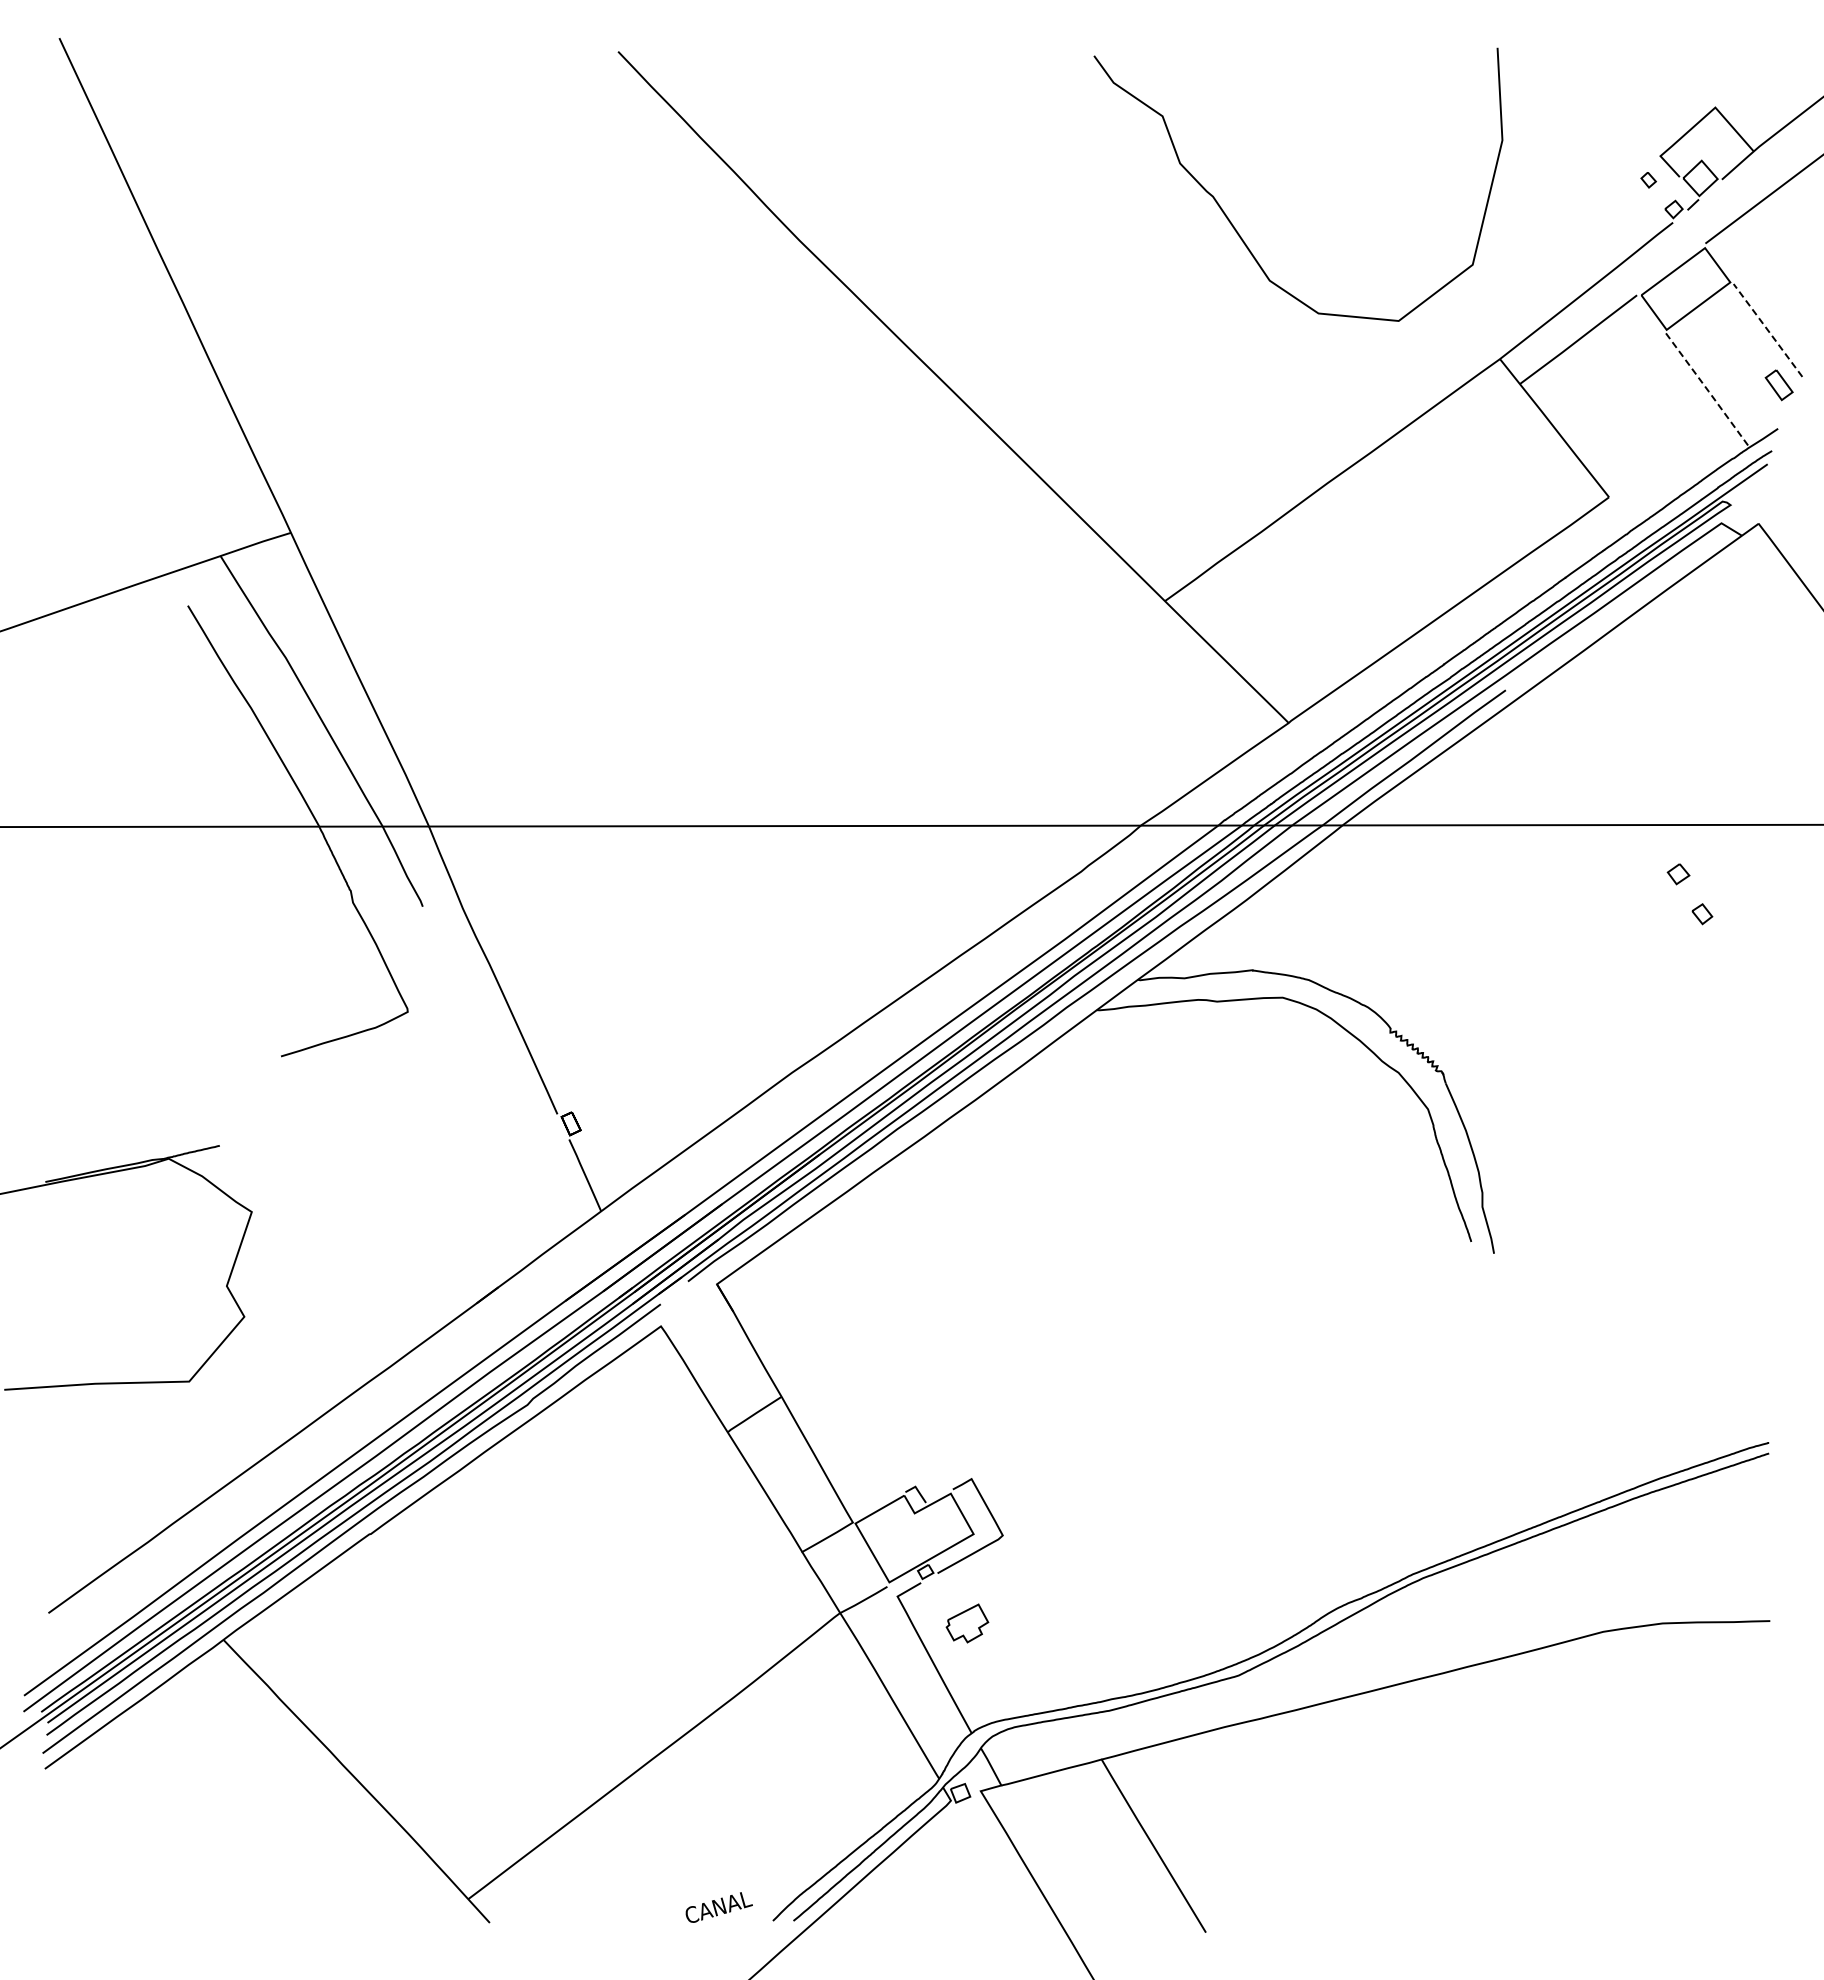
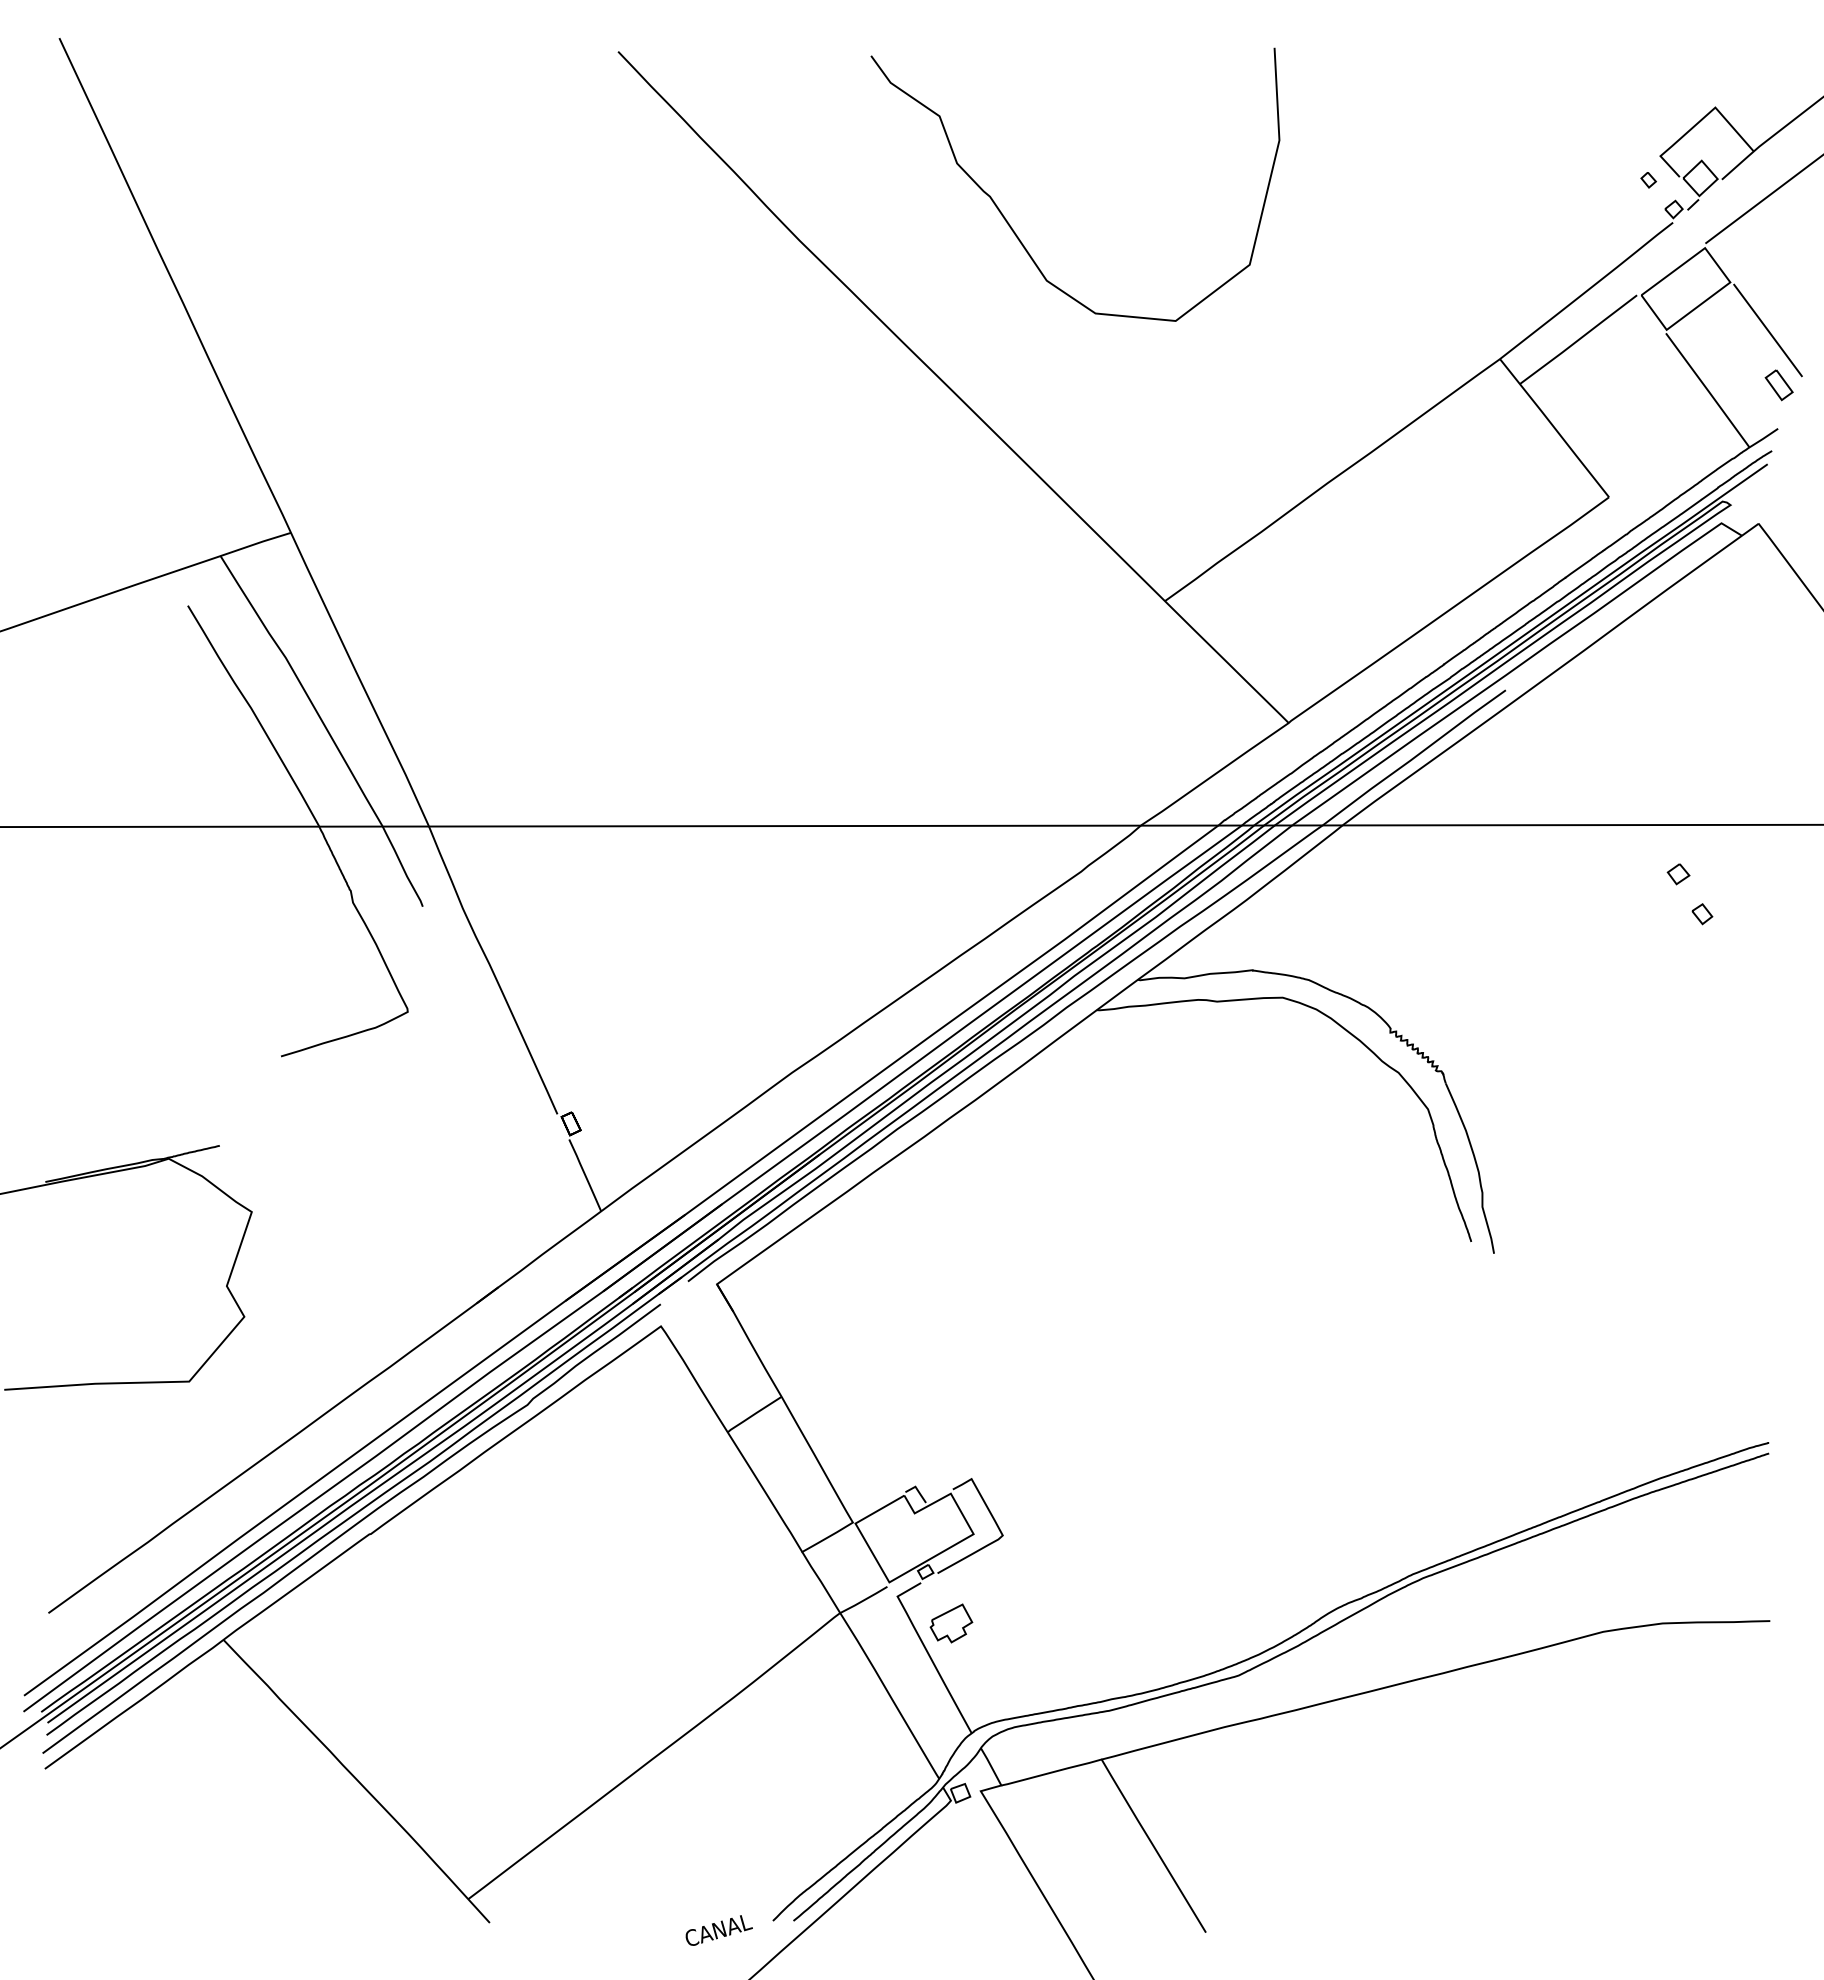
curve at (1234, 226) position: (1234, 226) -> (1011, 226)
line at (1767, 329): dashed -> solid
line at (1708, 390): dashed -> solid
part at (967, 1623) position: (967, 1623) -> (951, 1623)
text at (718, 1907) position: (718, 1907) -> (718, 1930)
